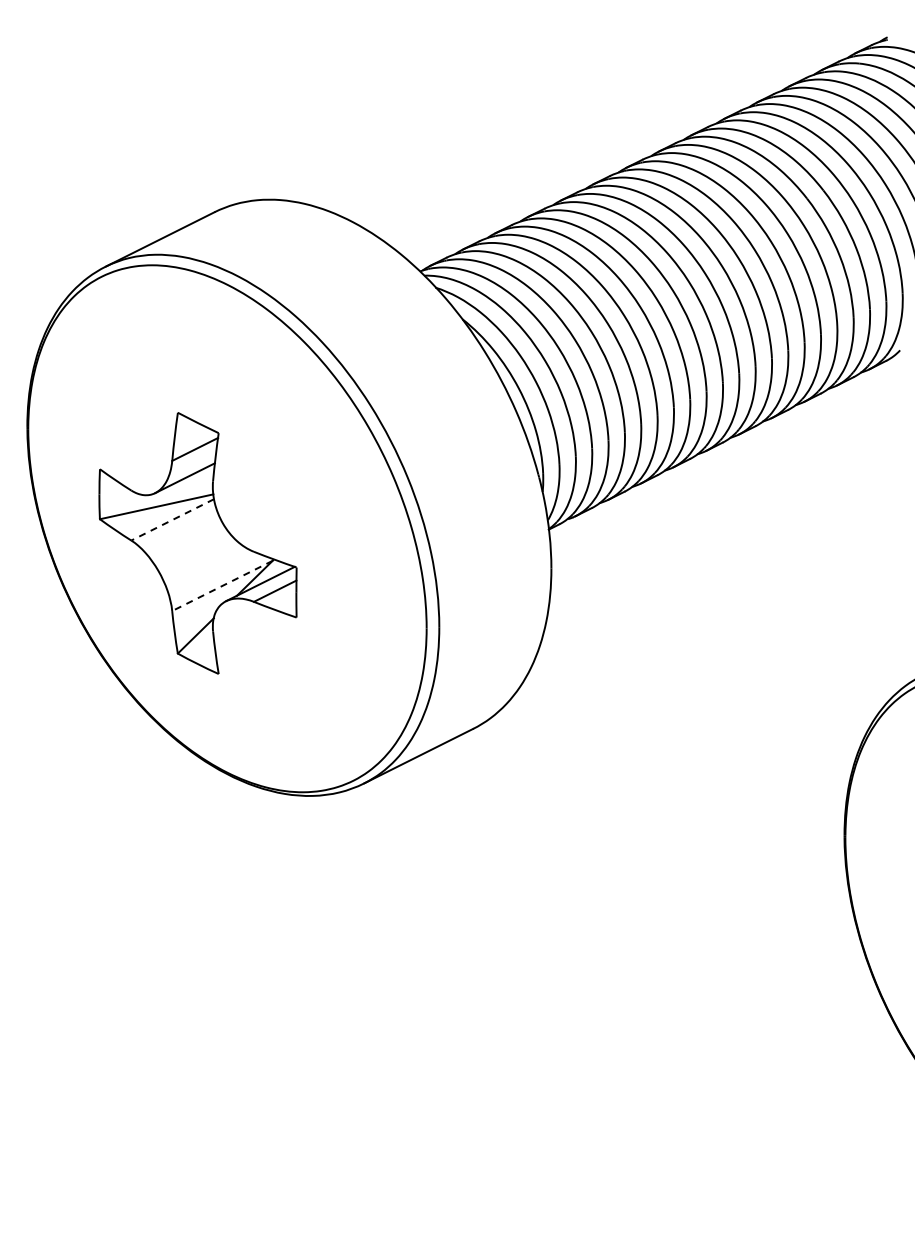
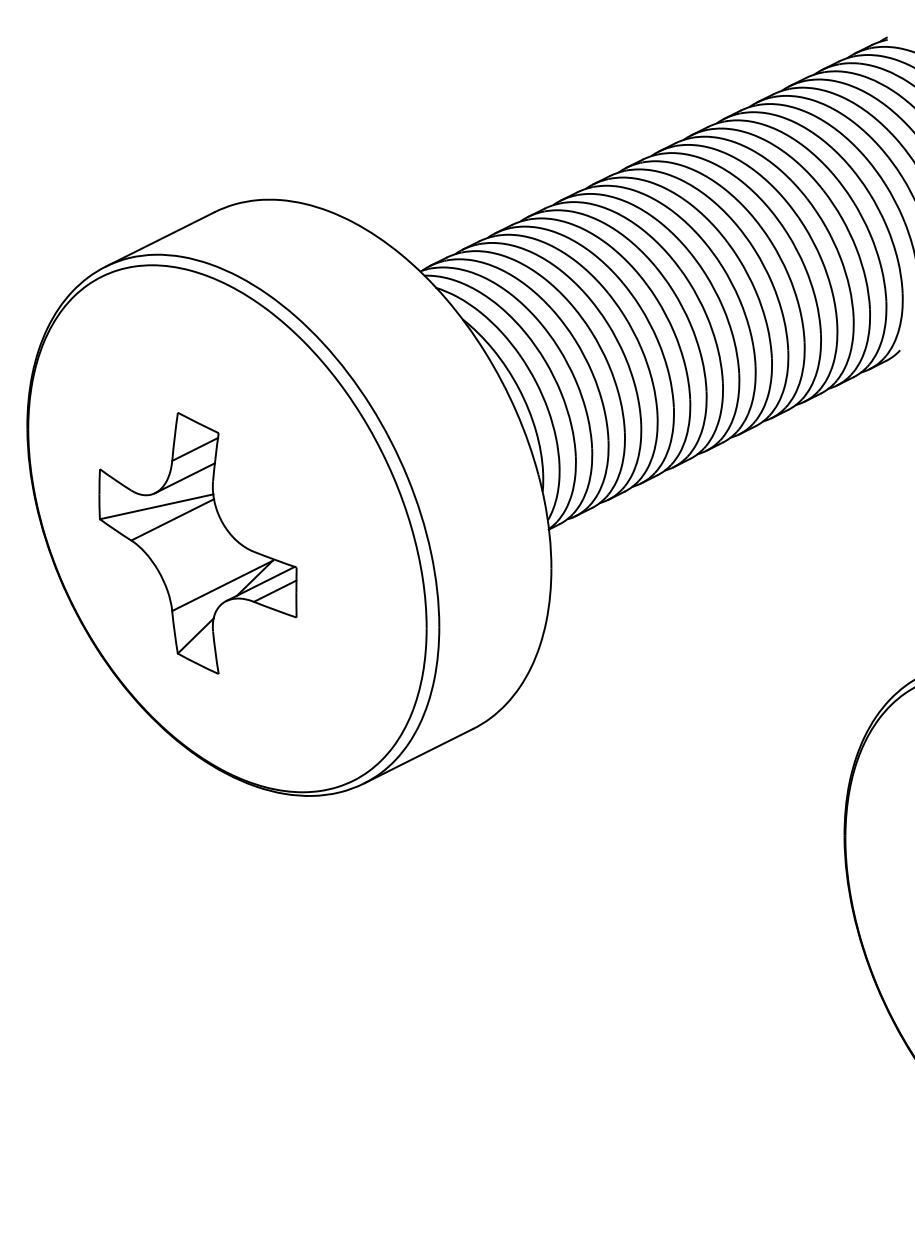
line at (172, 520): dashed -> solid
line at (222, 586): dashed -> solid
